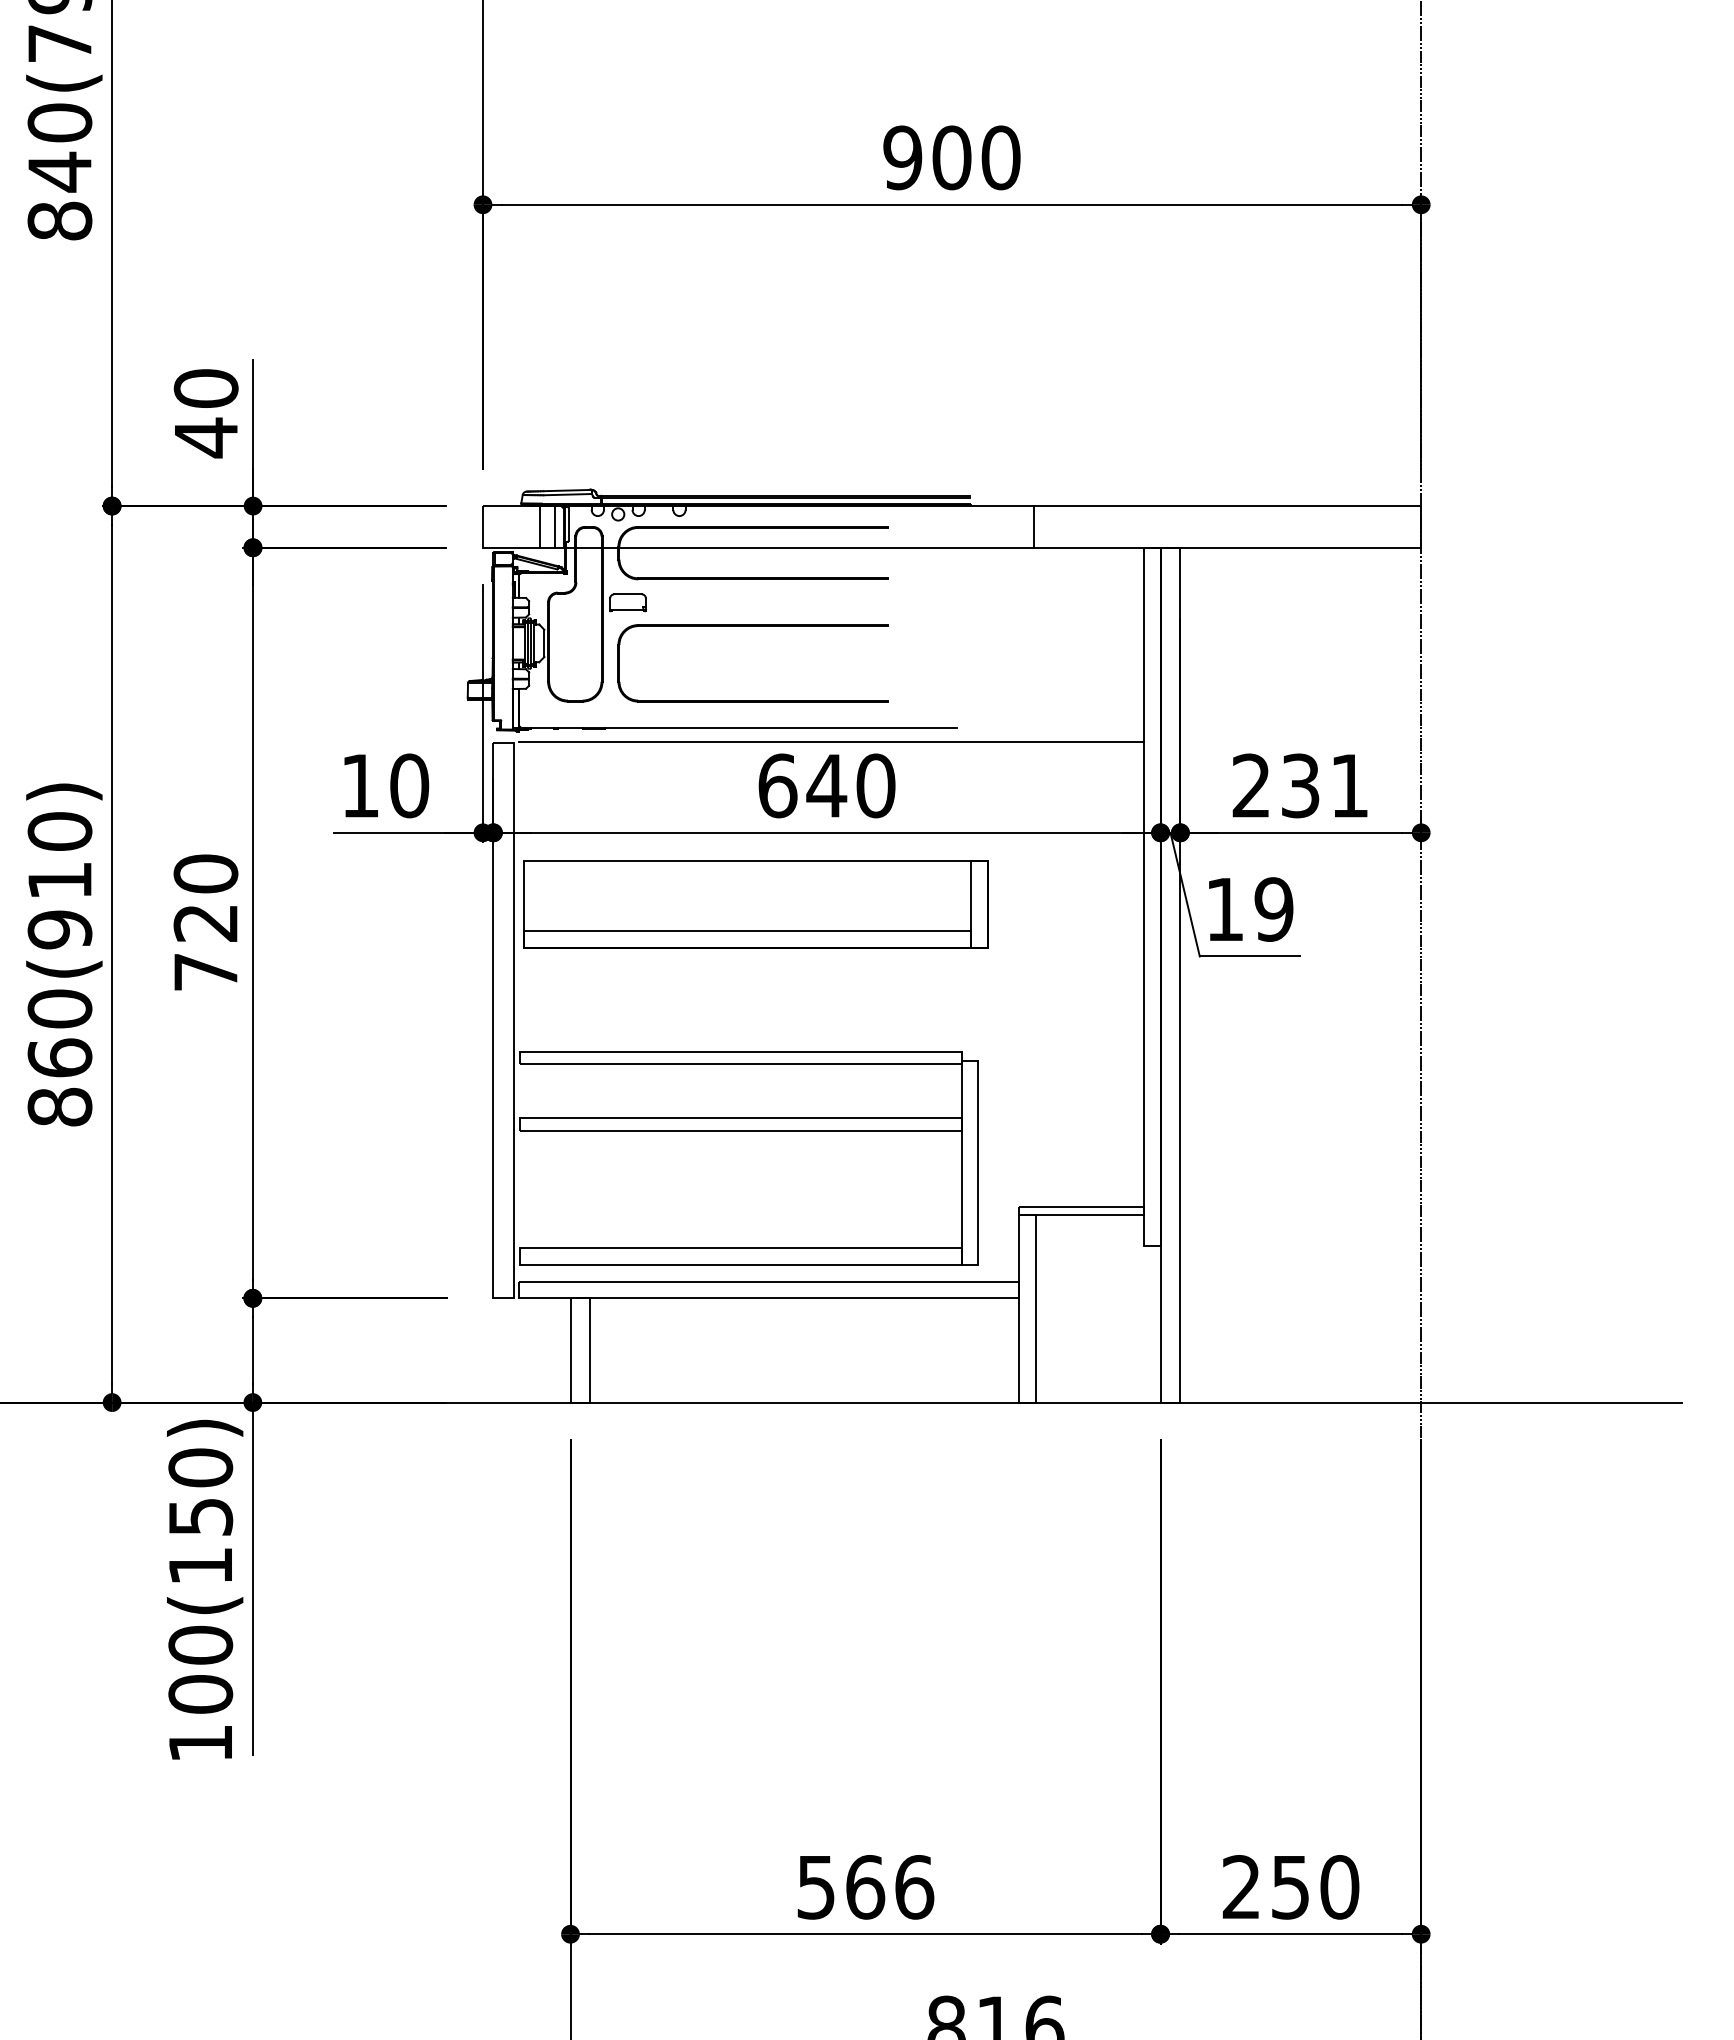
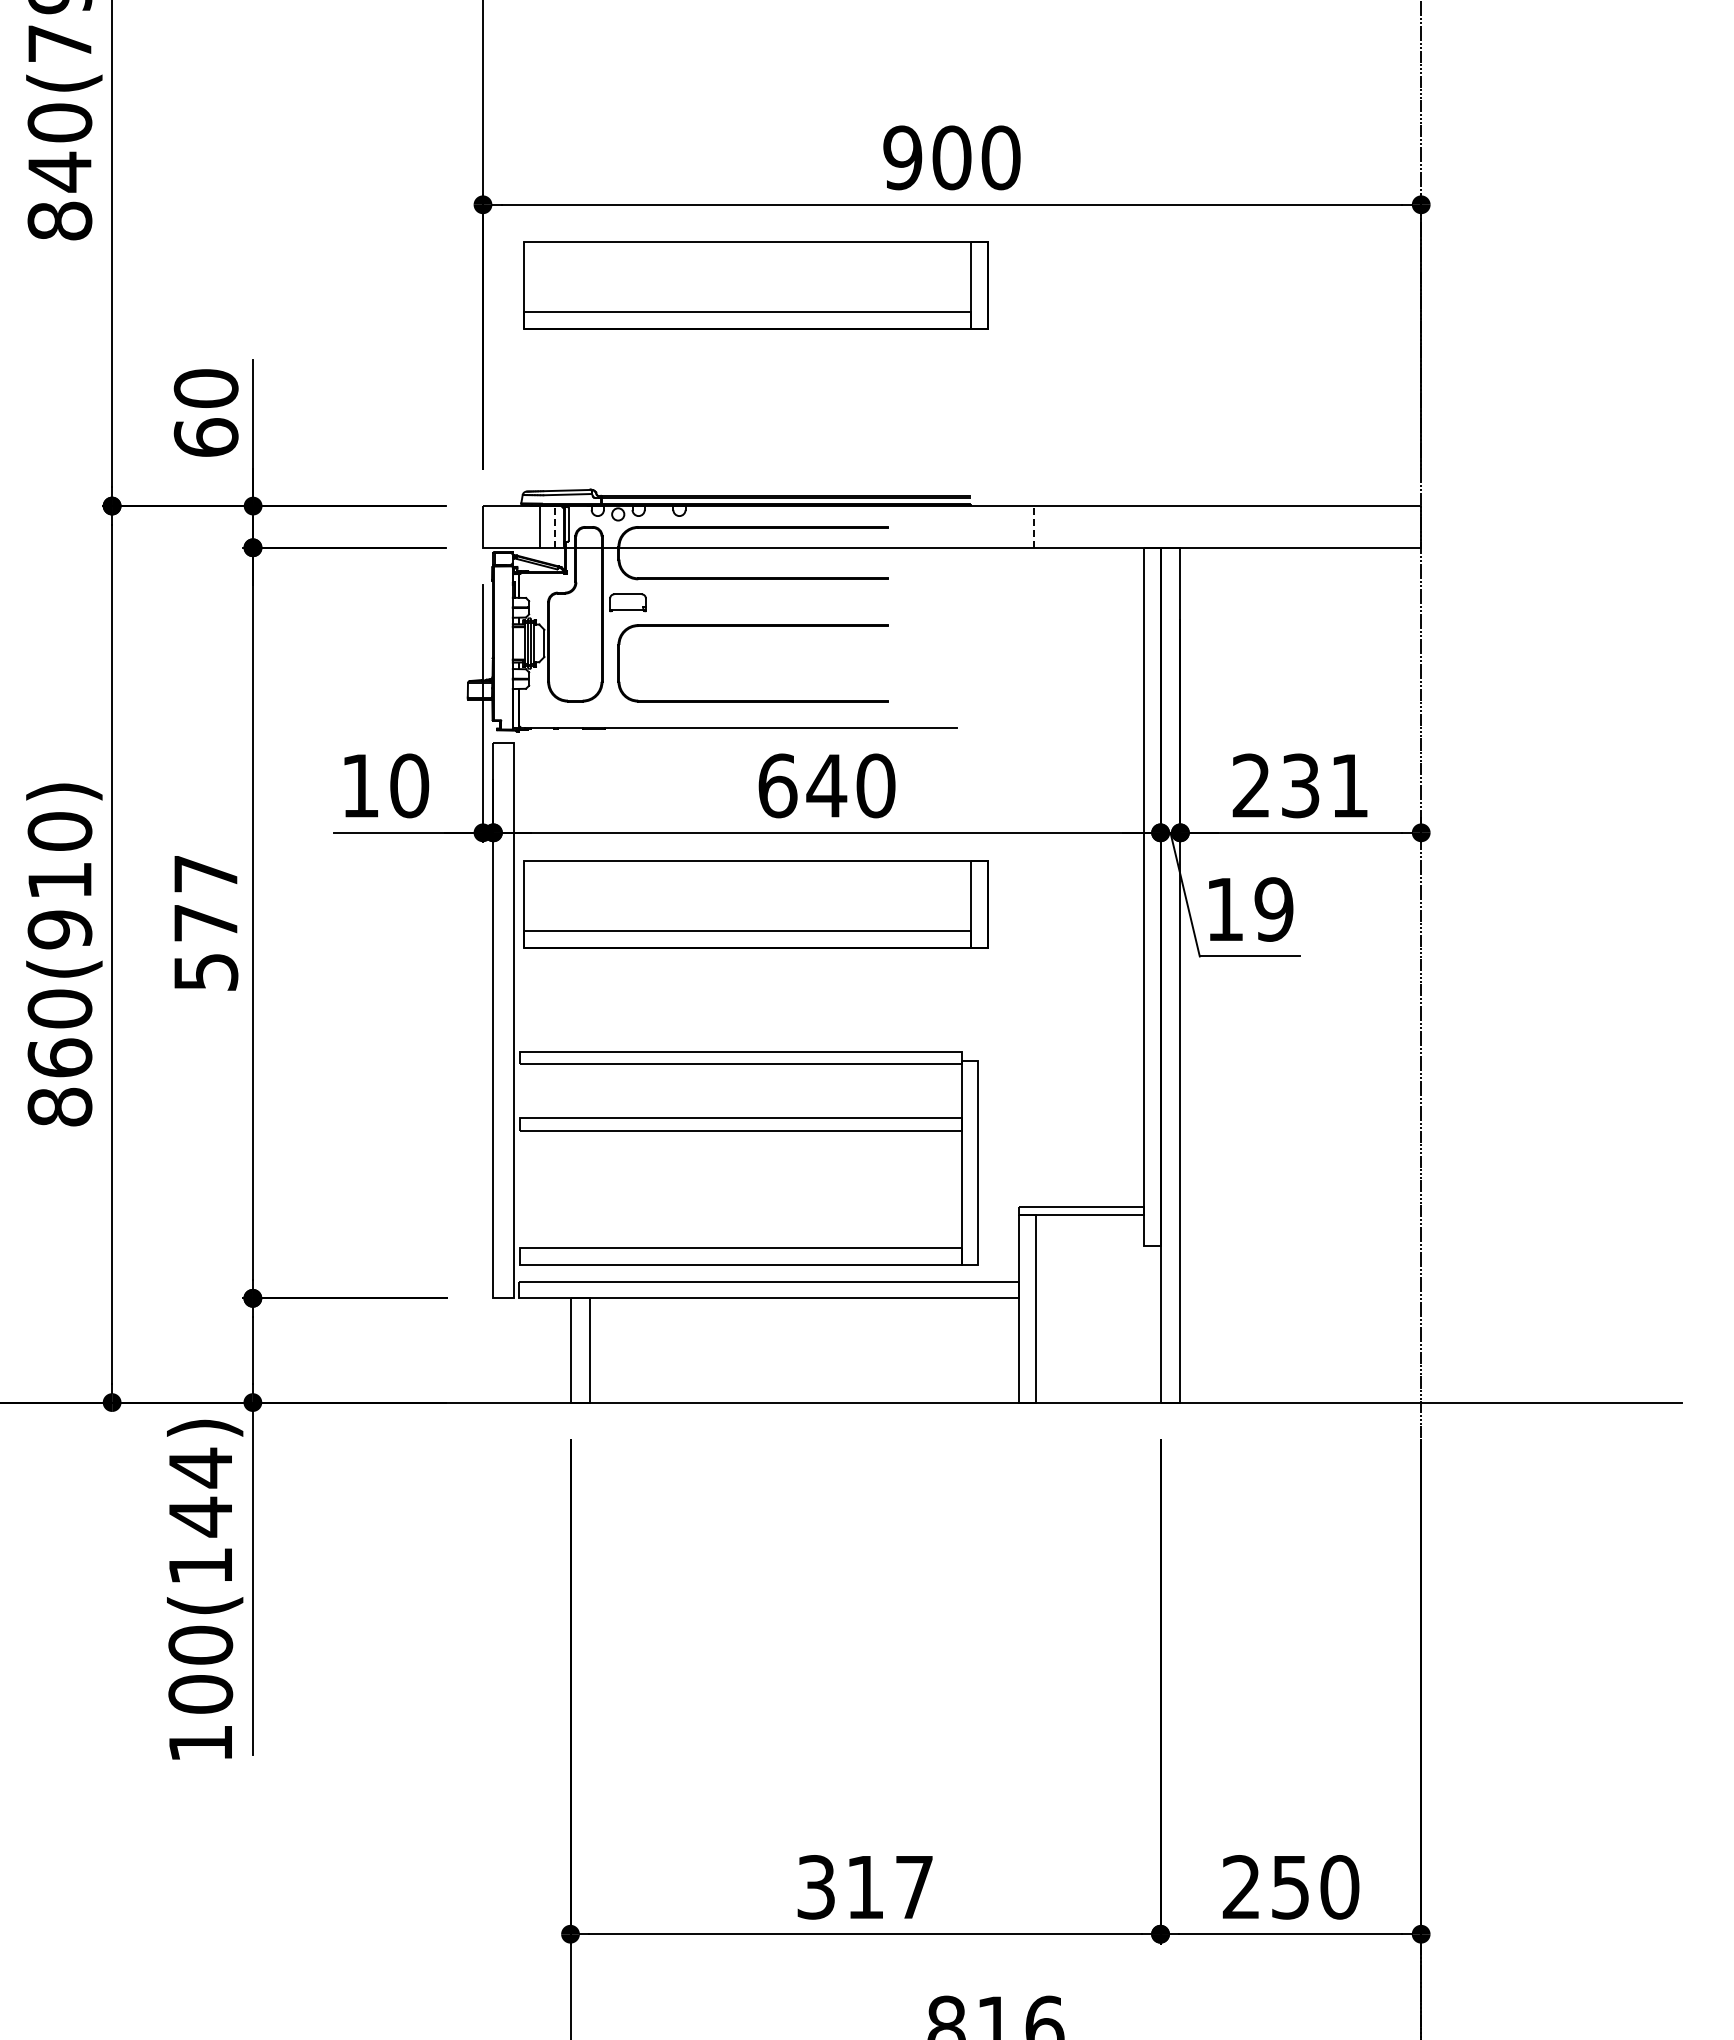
part at (755, 285): none -> present
text at (205, 437): 40 -> 60
line at (554, 526): solid -> dashed
line at (1034, 526): solid -> dashed
line at (831, 741): present -> none
text at (205, 922): 720 -> 577
text at (200, 1492): 100(150) -> 100(144)
text at (866, 1887): 566 -> 317
